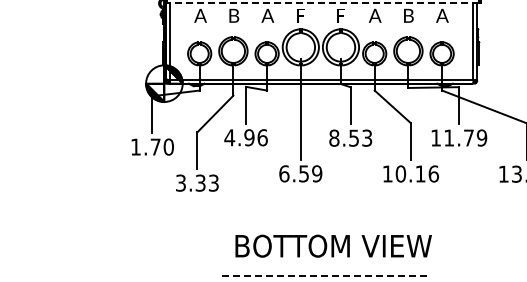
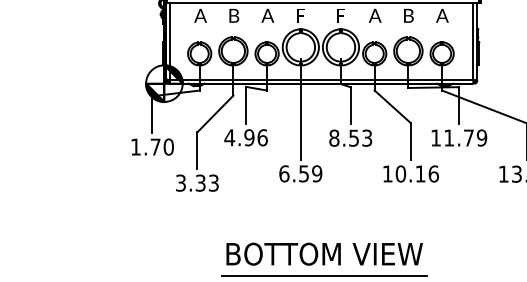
line at (322, 3): dashed -> solid
text at (333, 245) position: (333, 245) -> (324, 253)
line at (324, 276): dashed -> solid
